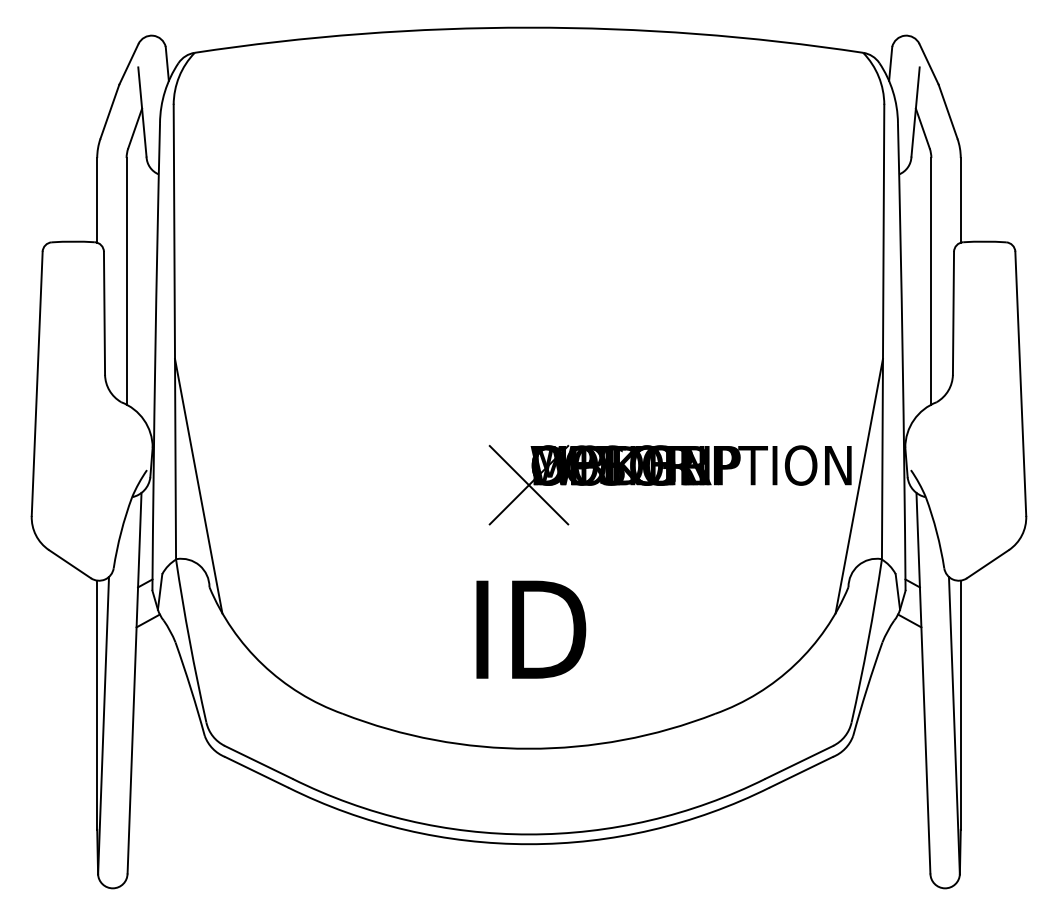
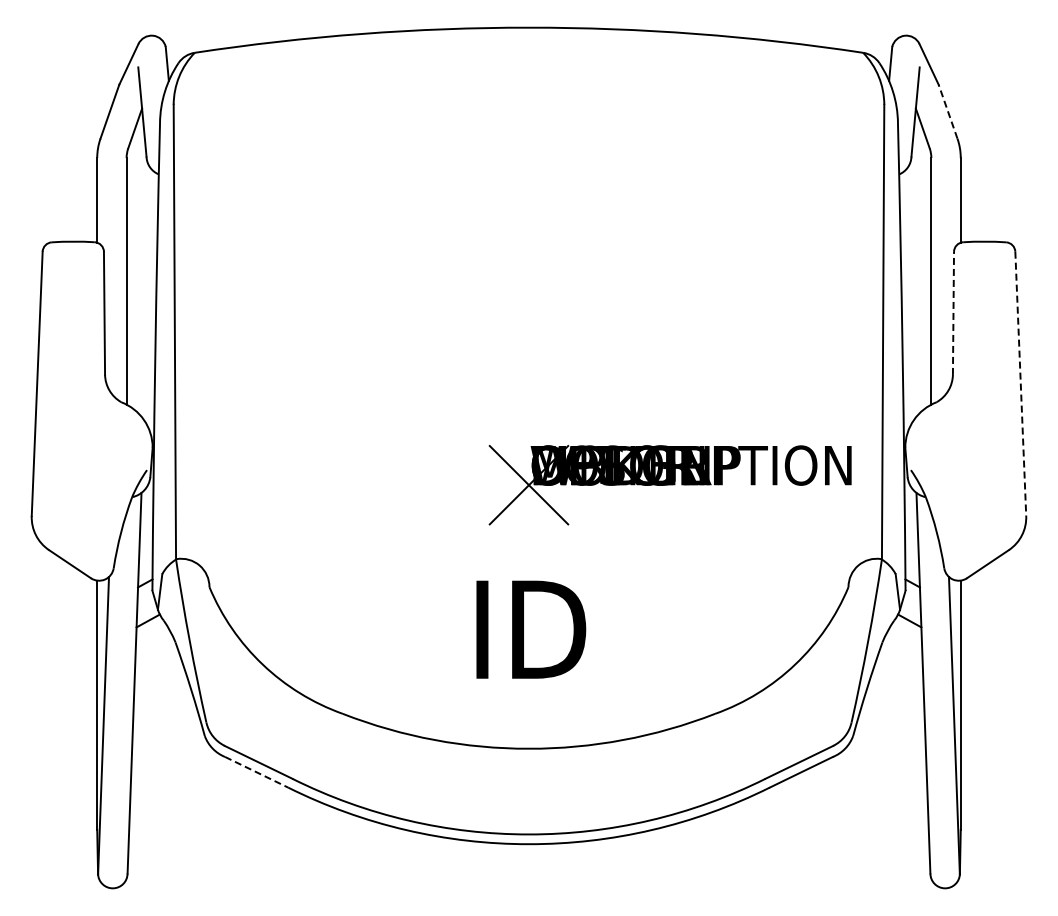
line at (948, 111): solid -> dashed
line at (953, 312): solid -> dashed
line at (1020, 384): solid -> dashed
line at (198, 485): present -> none
line at (858, 485): present -> none
line at (257, 772): solid -> dashed
